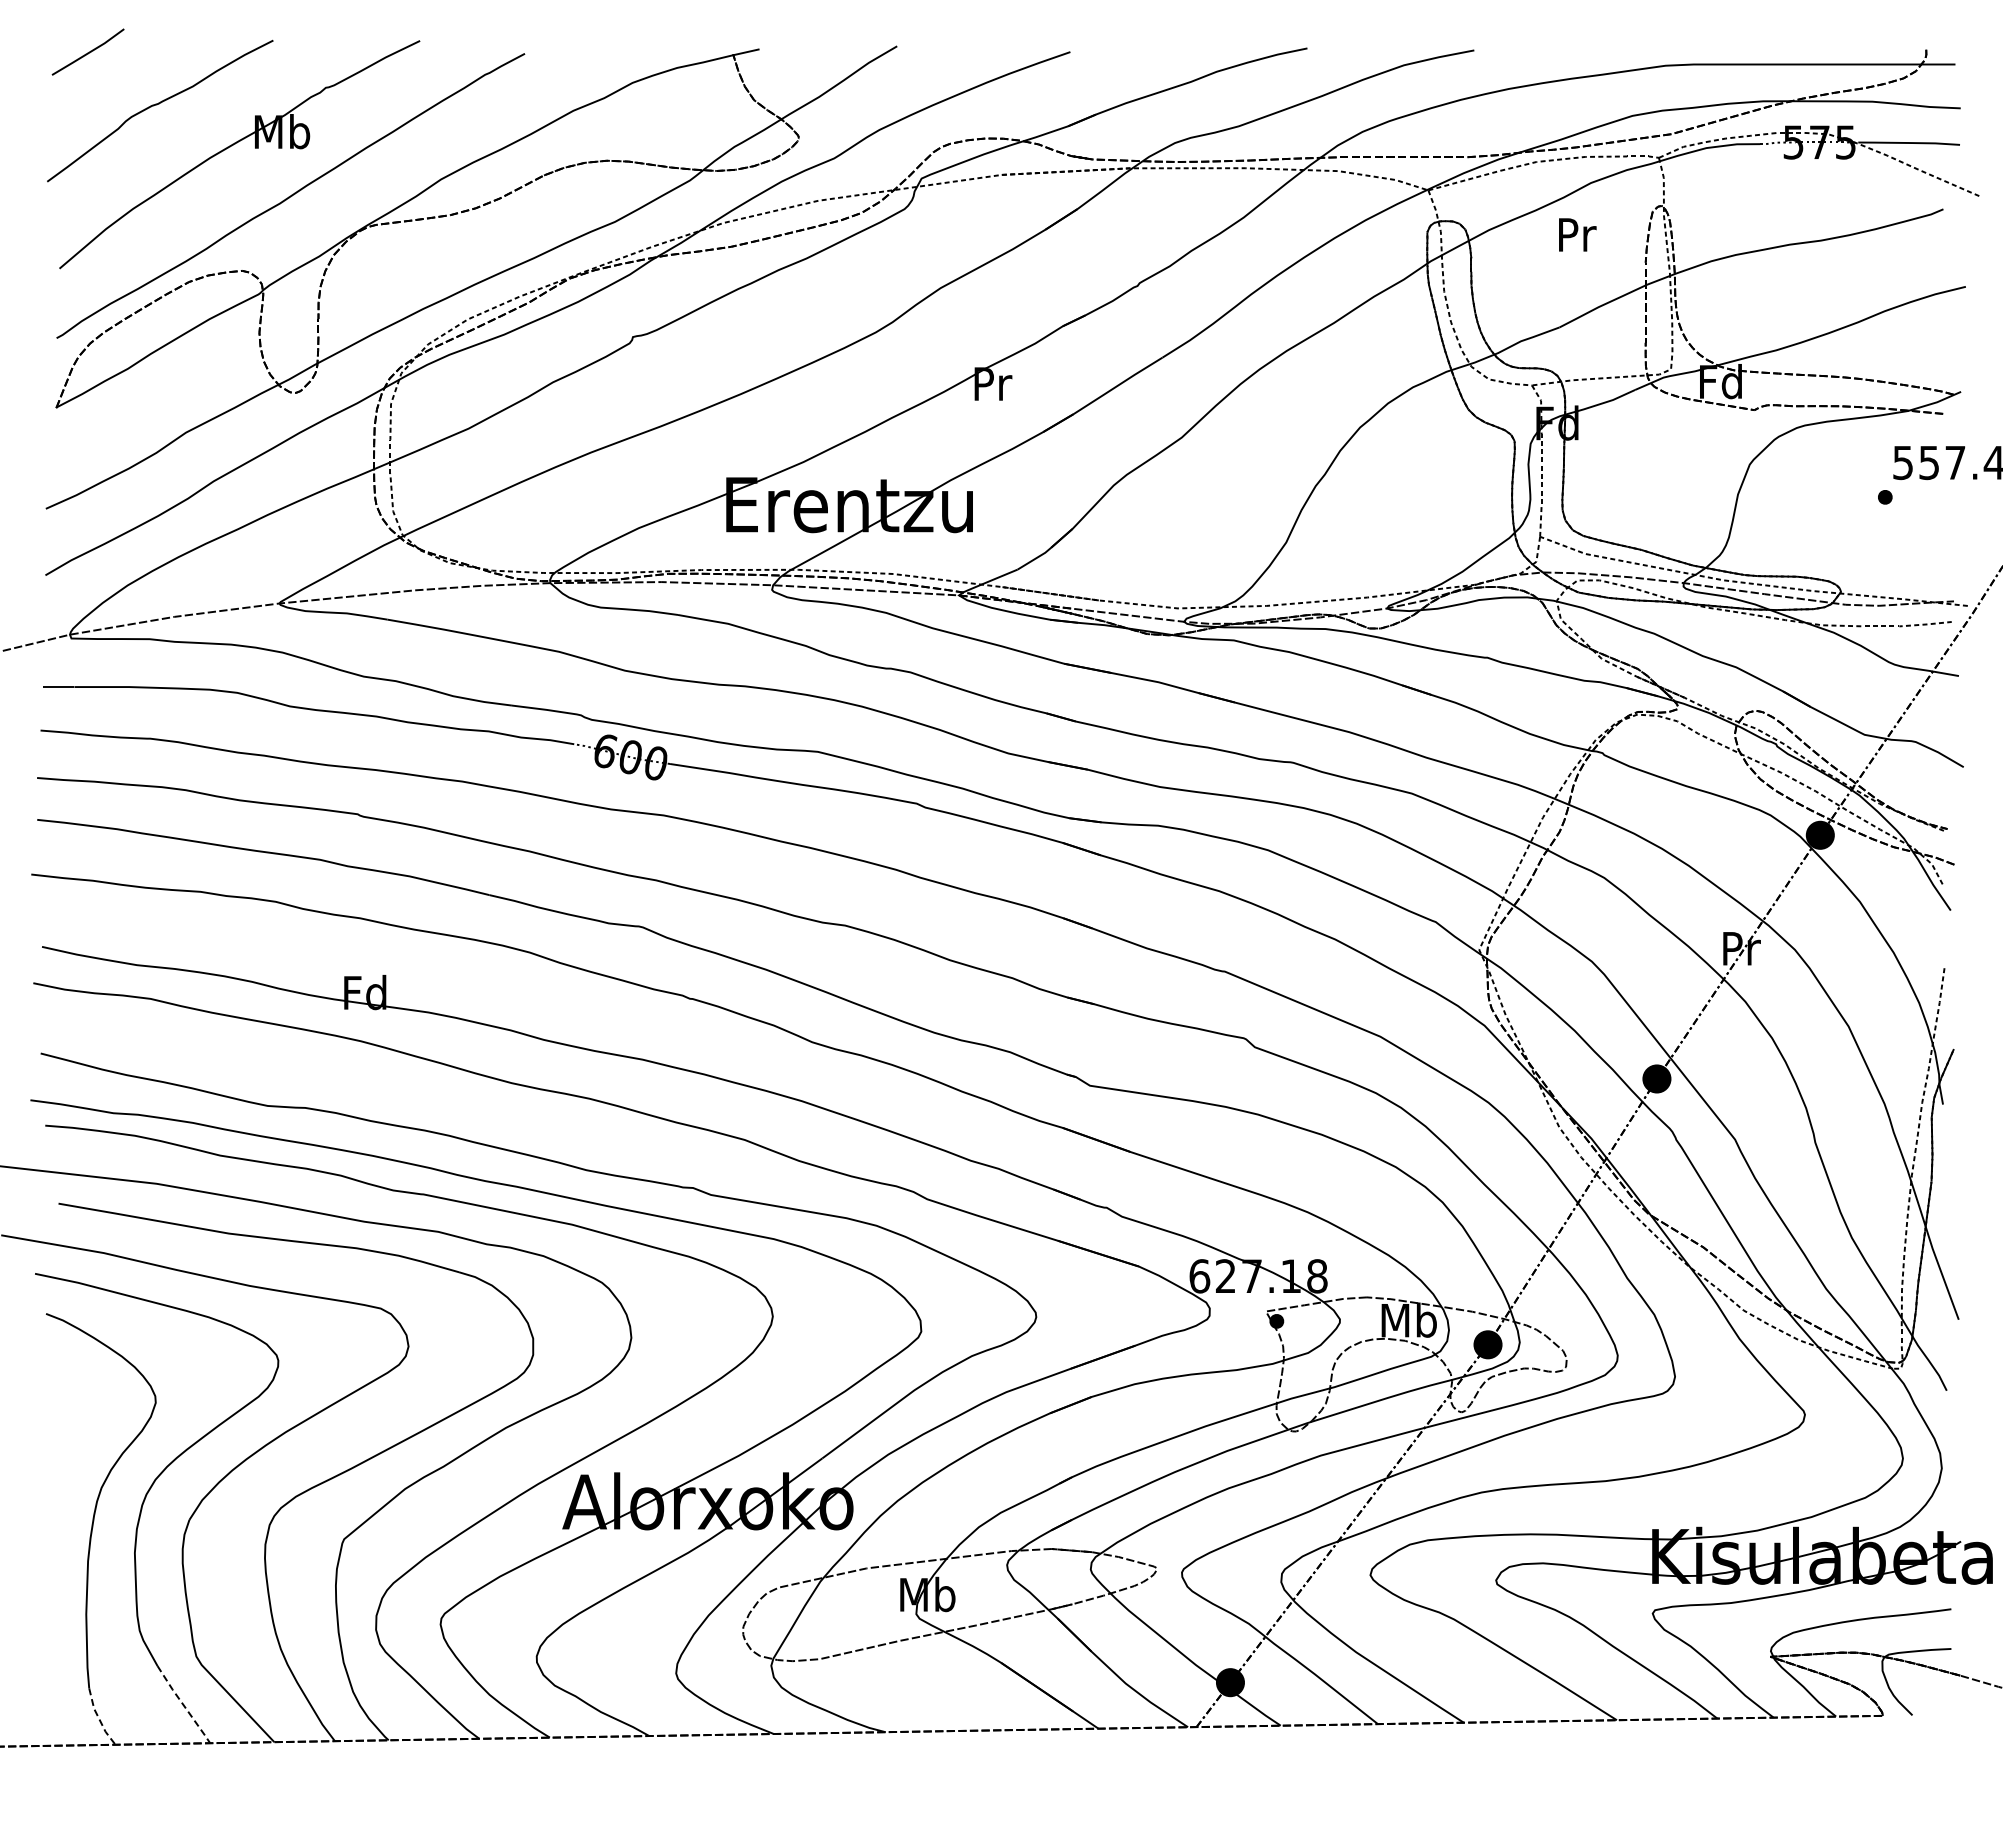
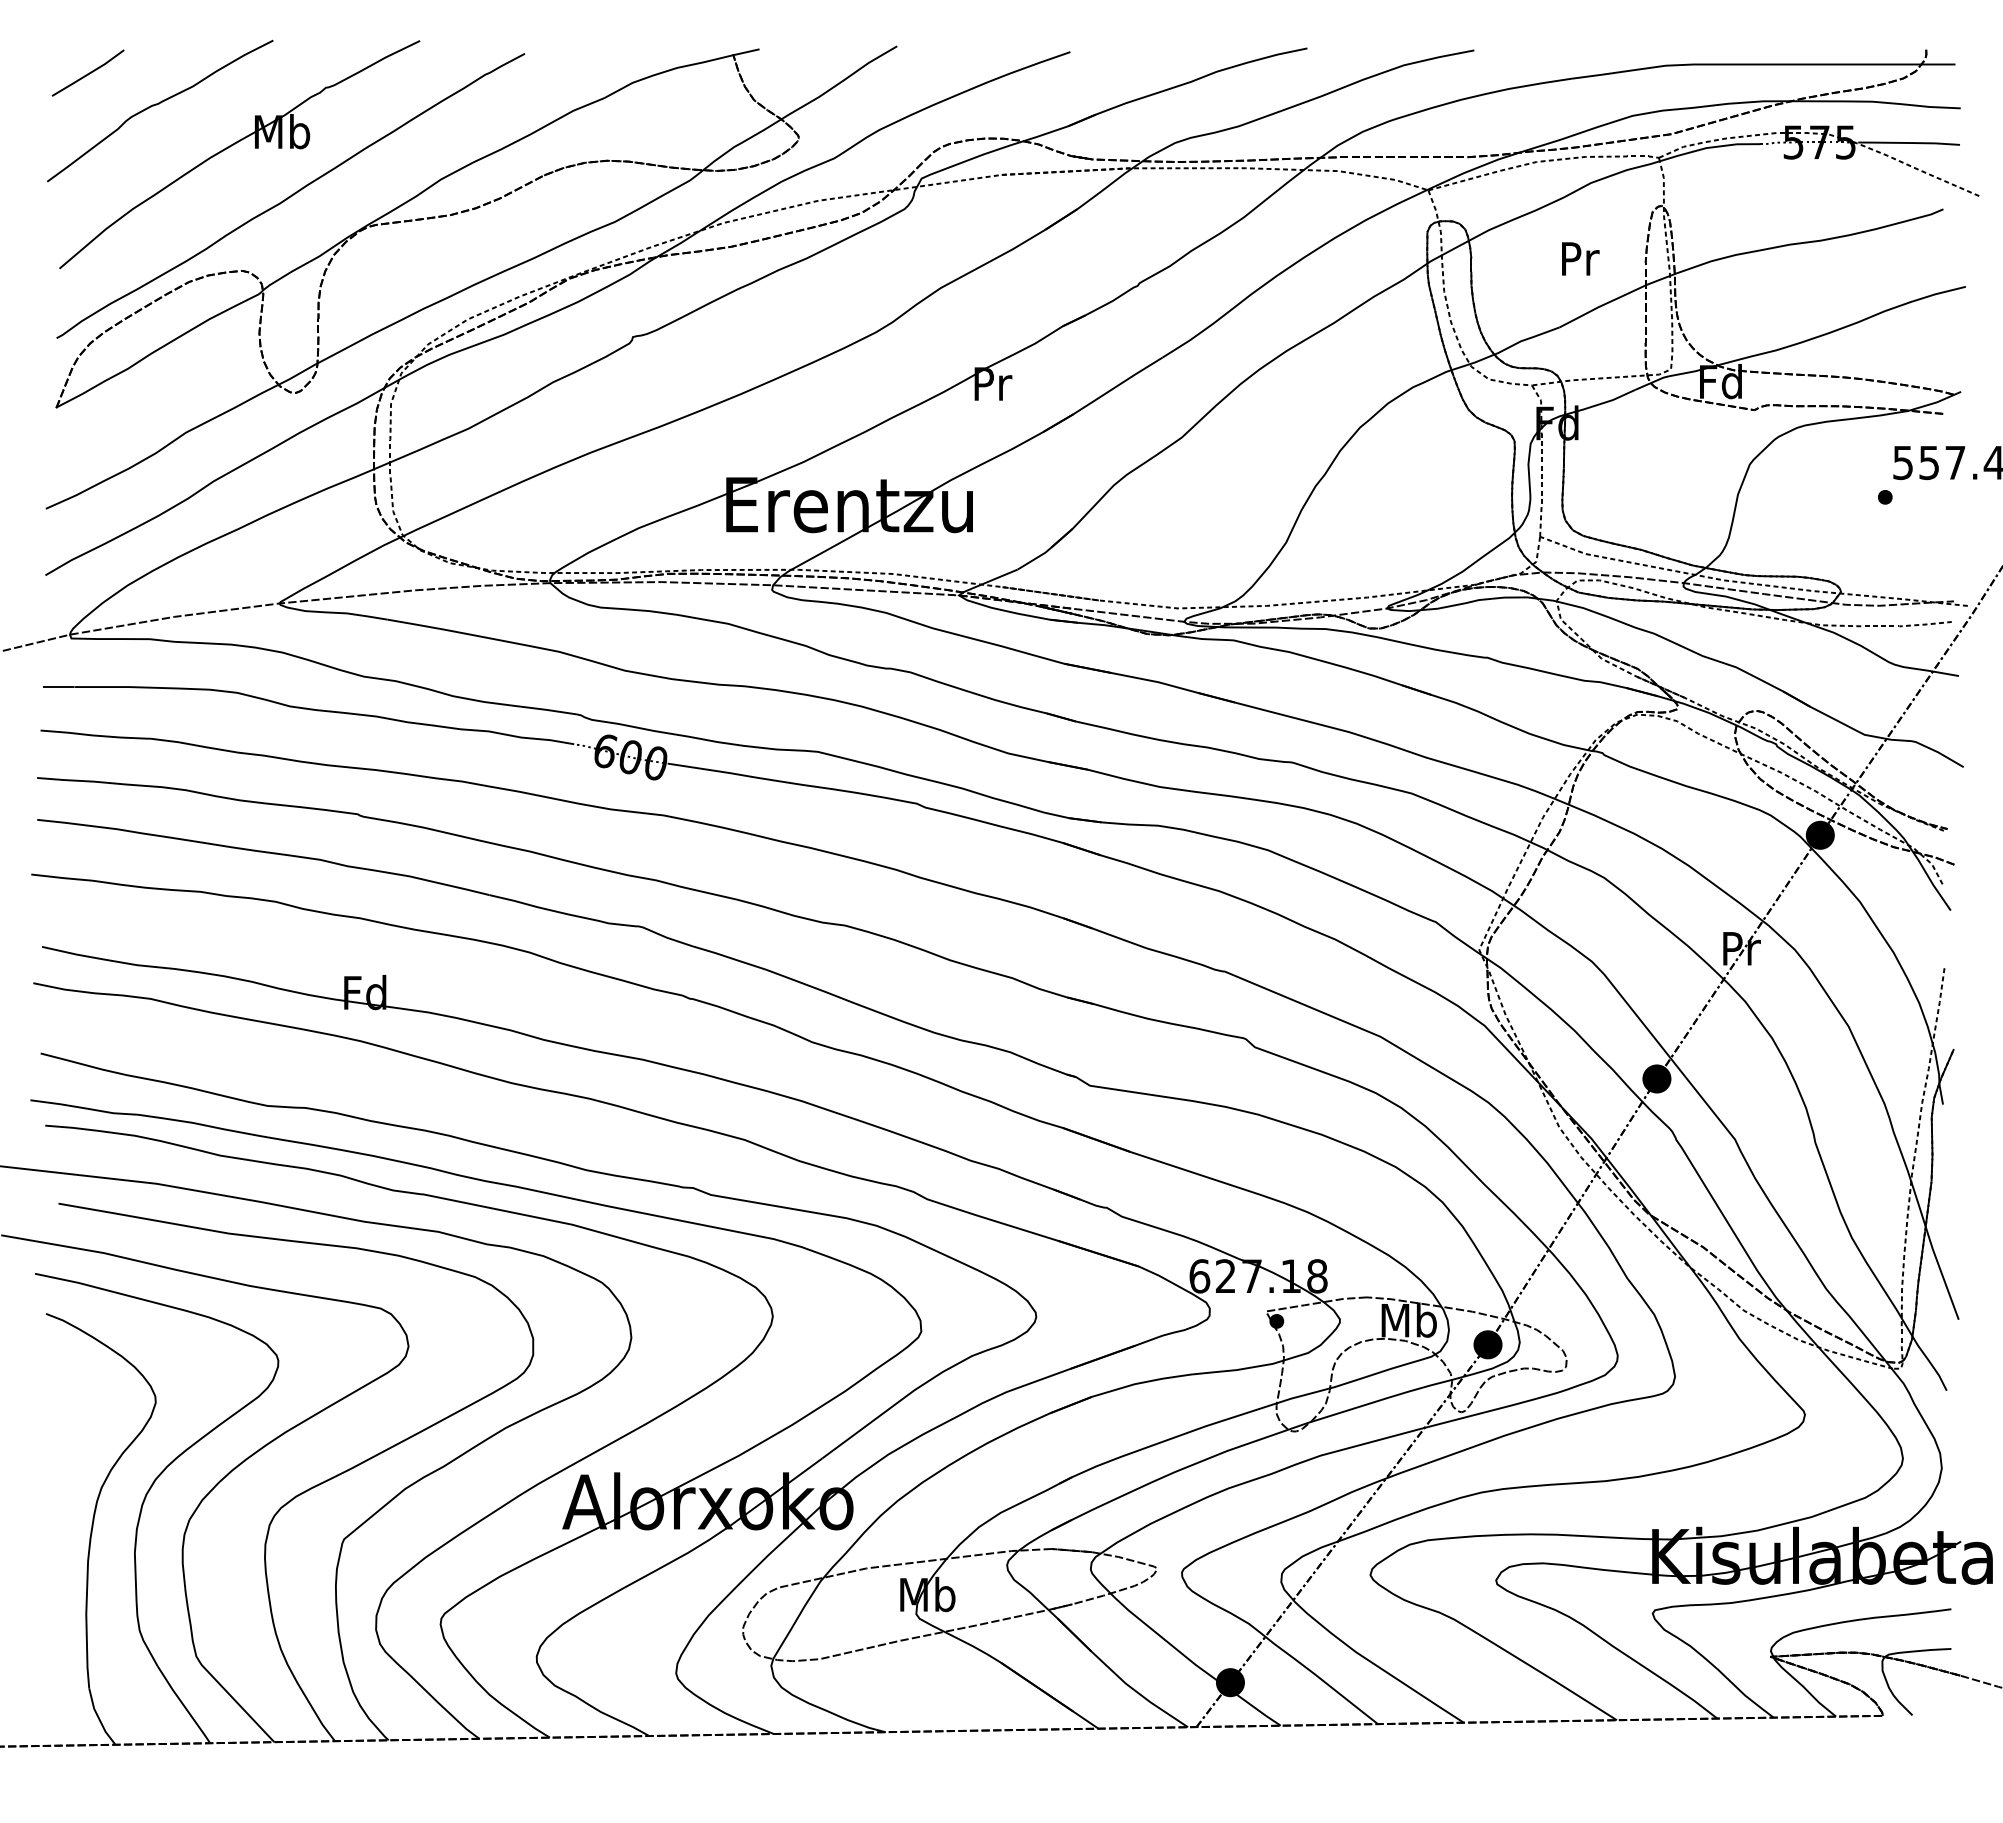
line at (87, 52) position: (87, 52) -> (87, 73)
text at (1577, 234) position: (1577, 234) -> (1580, 258)
line at (183, 1705): dashed -> solid
line at (99, 1718): dashed -> solid
